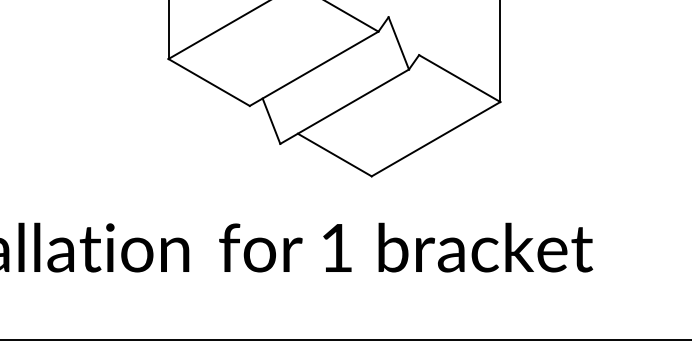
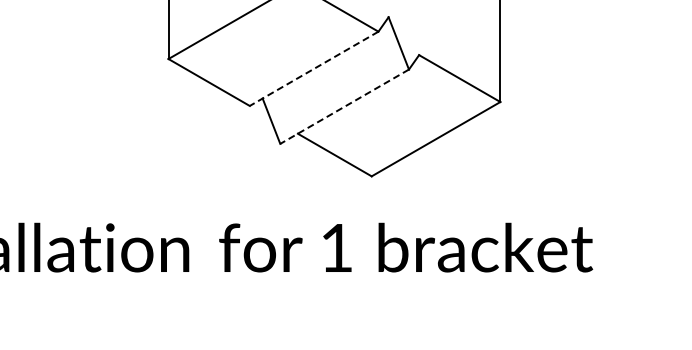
line at (313, 69): solid -> dashed
line at (344, 106): solid -> dashed
line at (345, 339): present -> none
